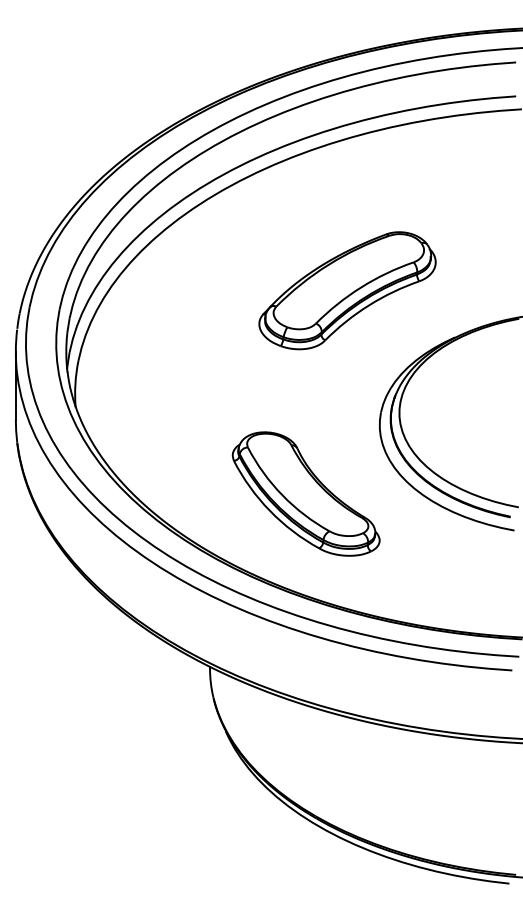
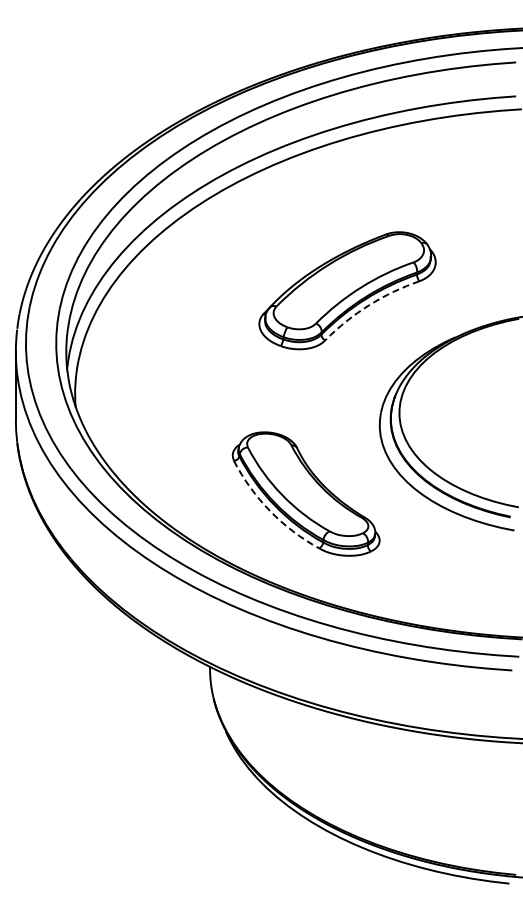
arc at (369, 305): solid -> dashed
arc at (270, 510): solid -> dashed
